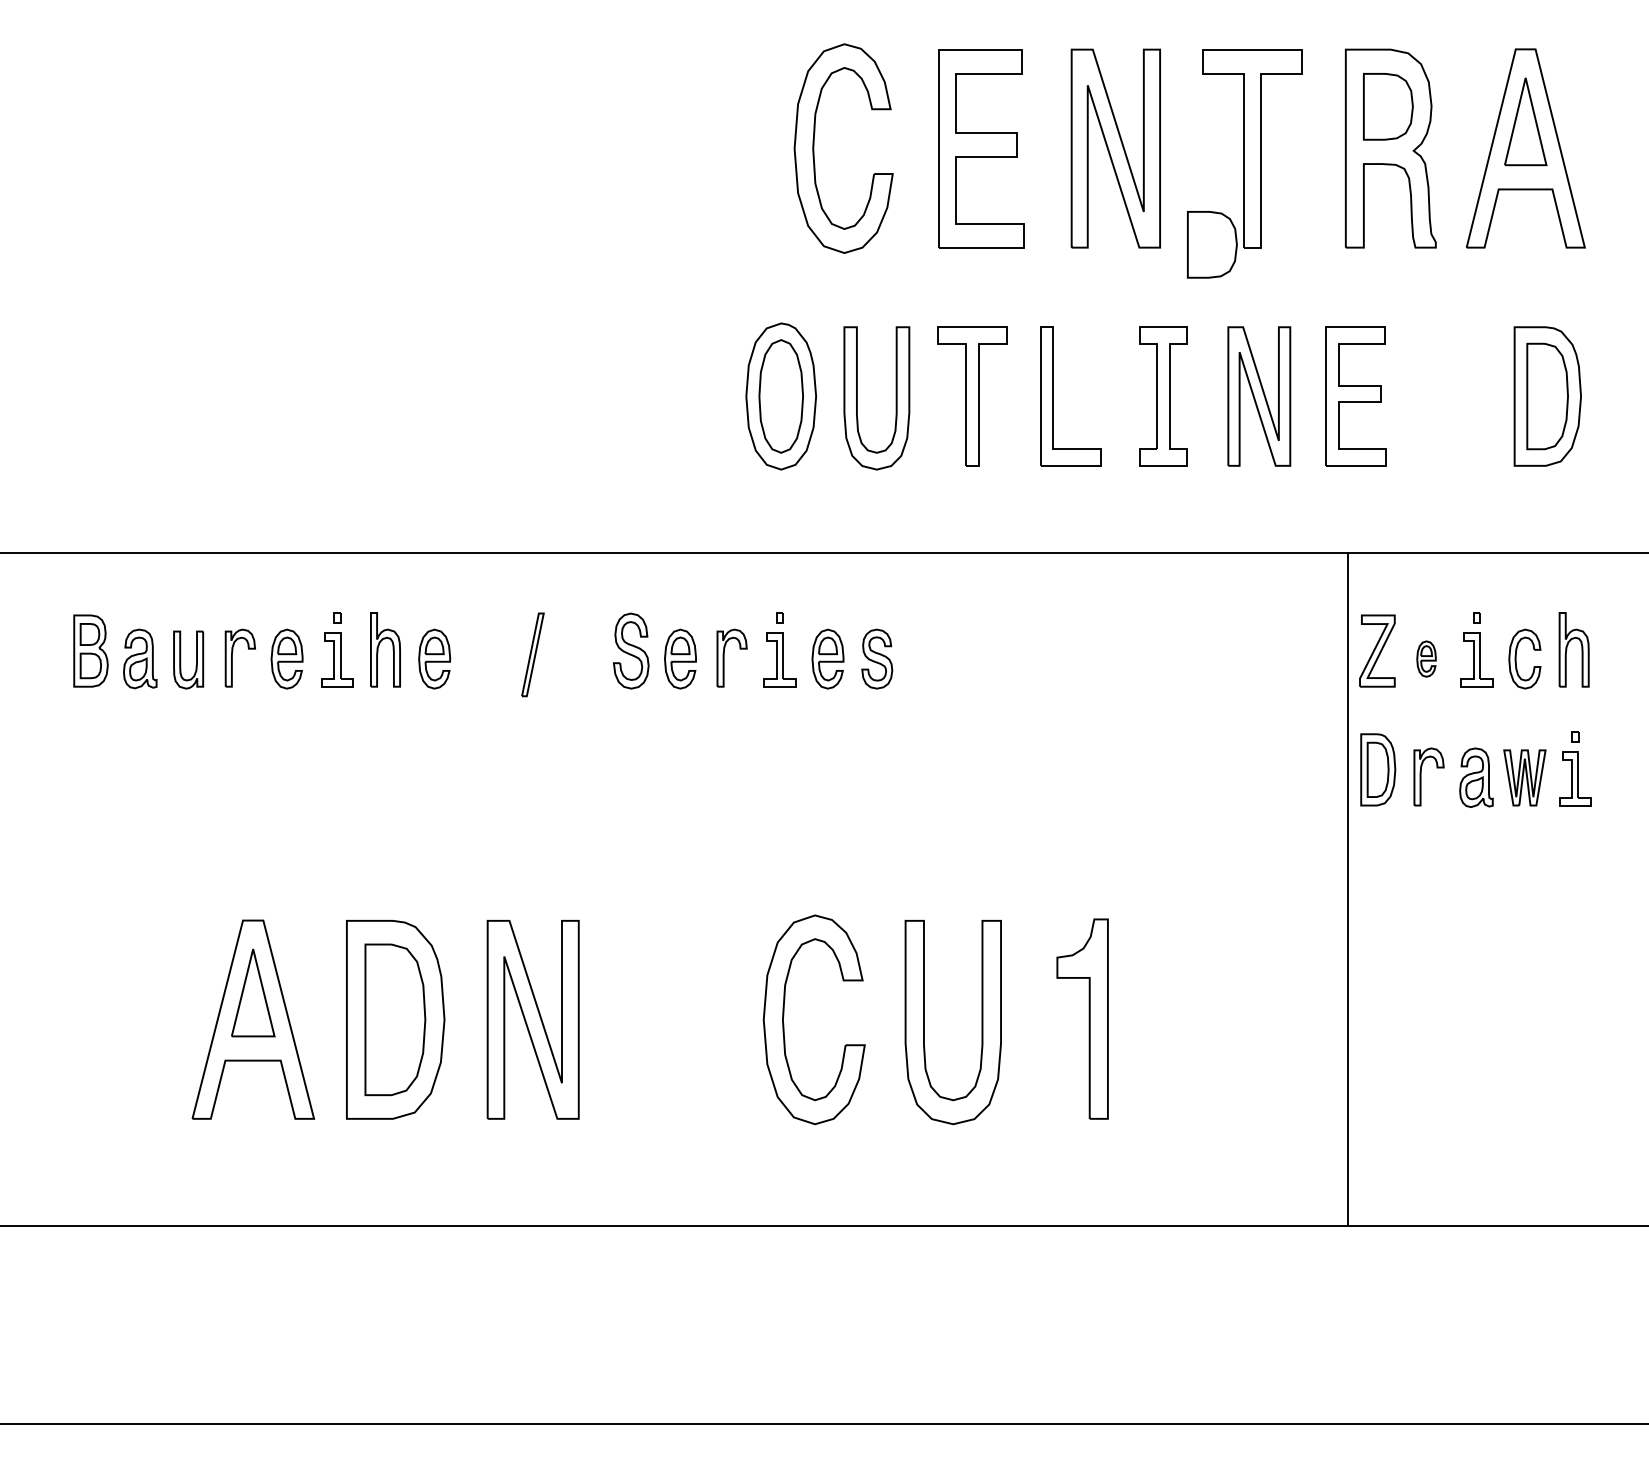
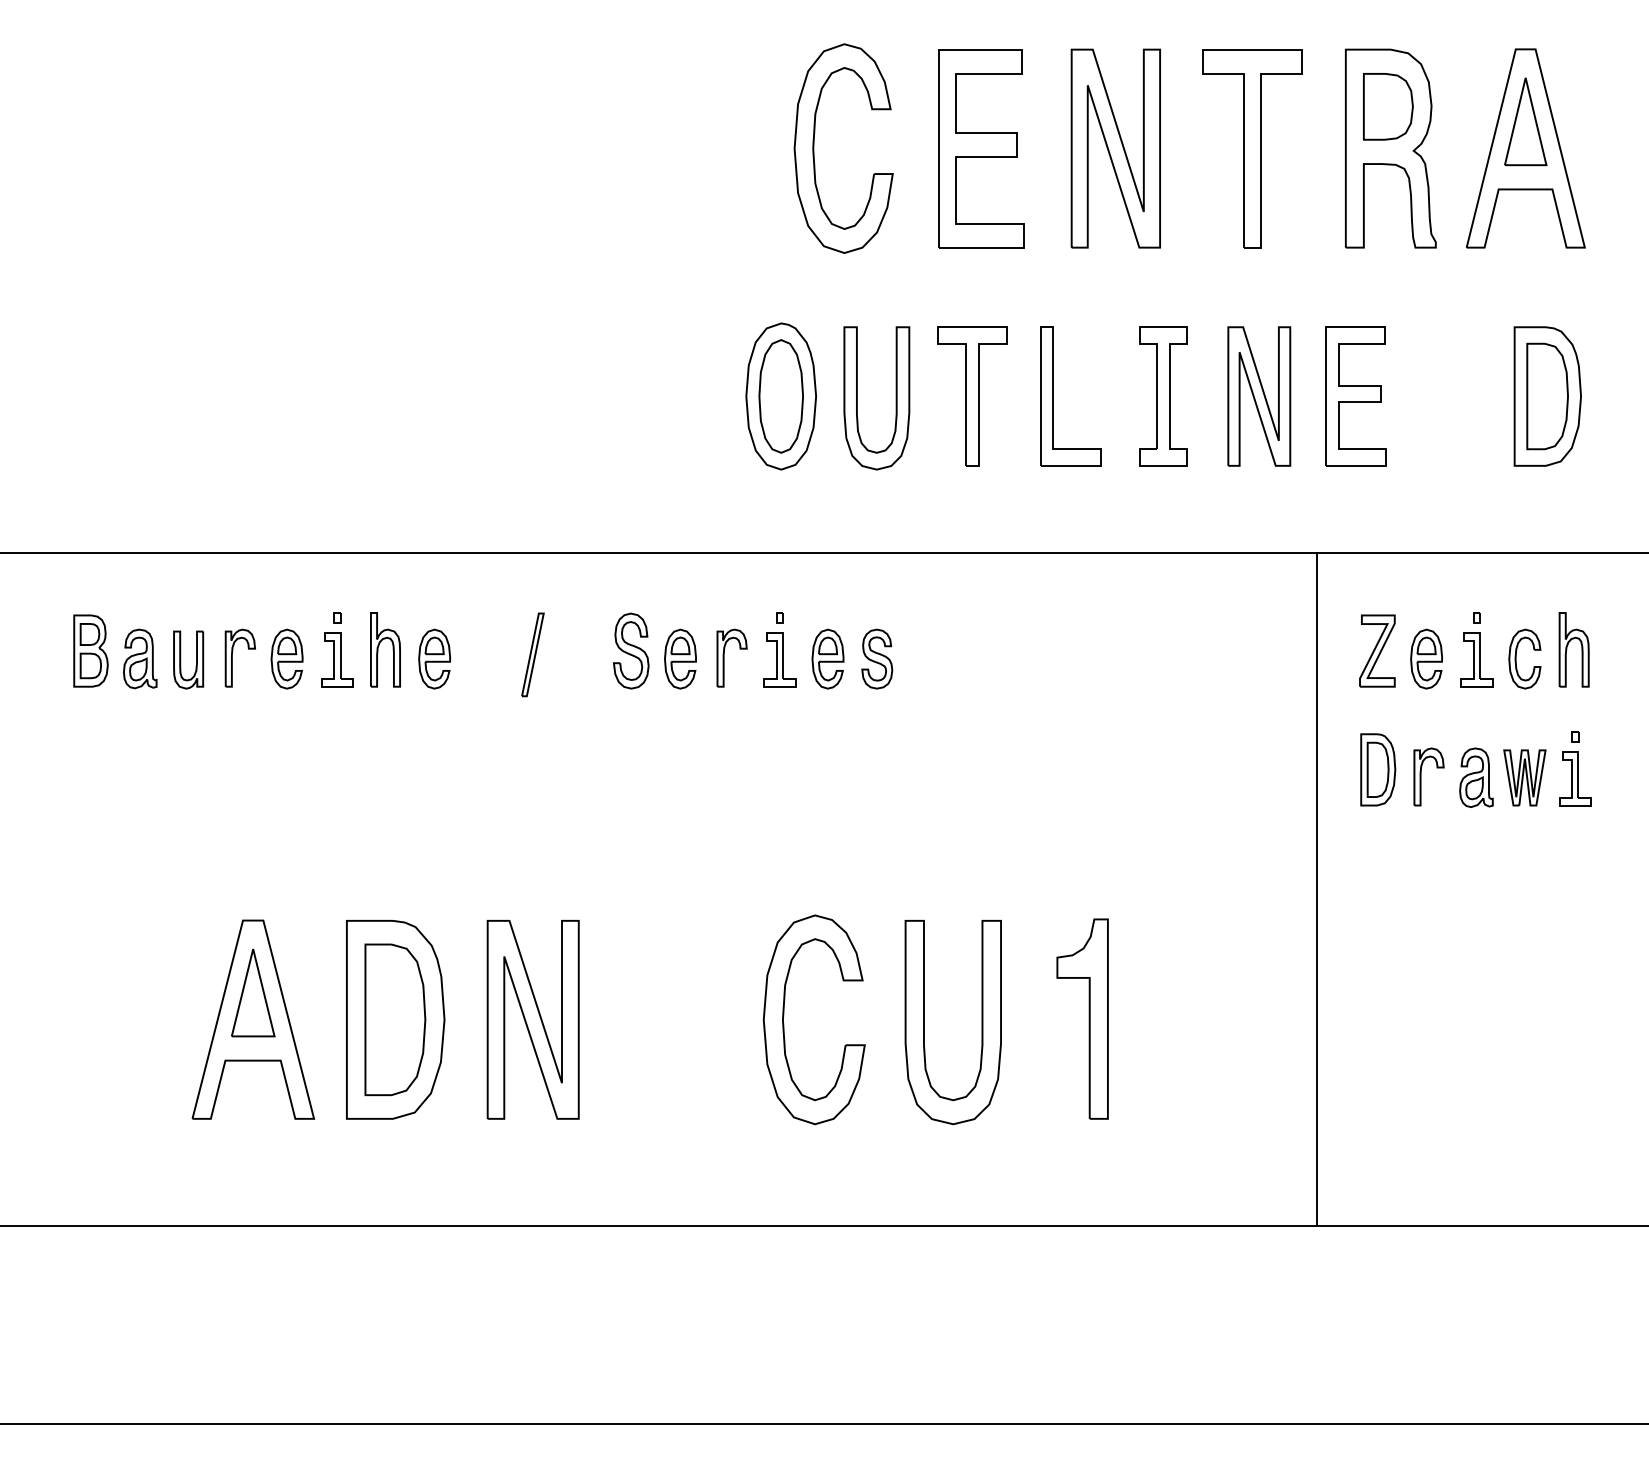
part at (1212, 244): present -> none
part at (1426, 658) size: 21x38 px -> 33x62 px
line at (1347, 888) position: (1347, 888) -> (1316, 888)
